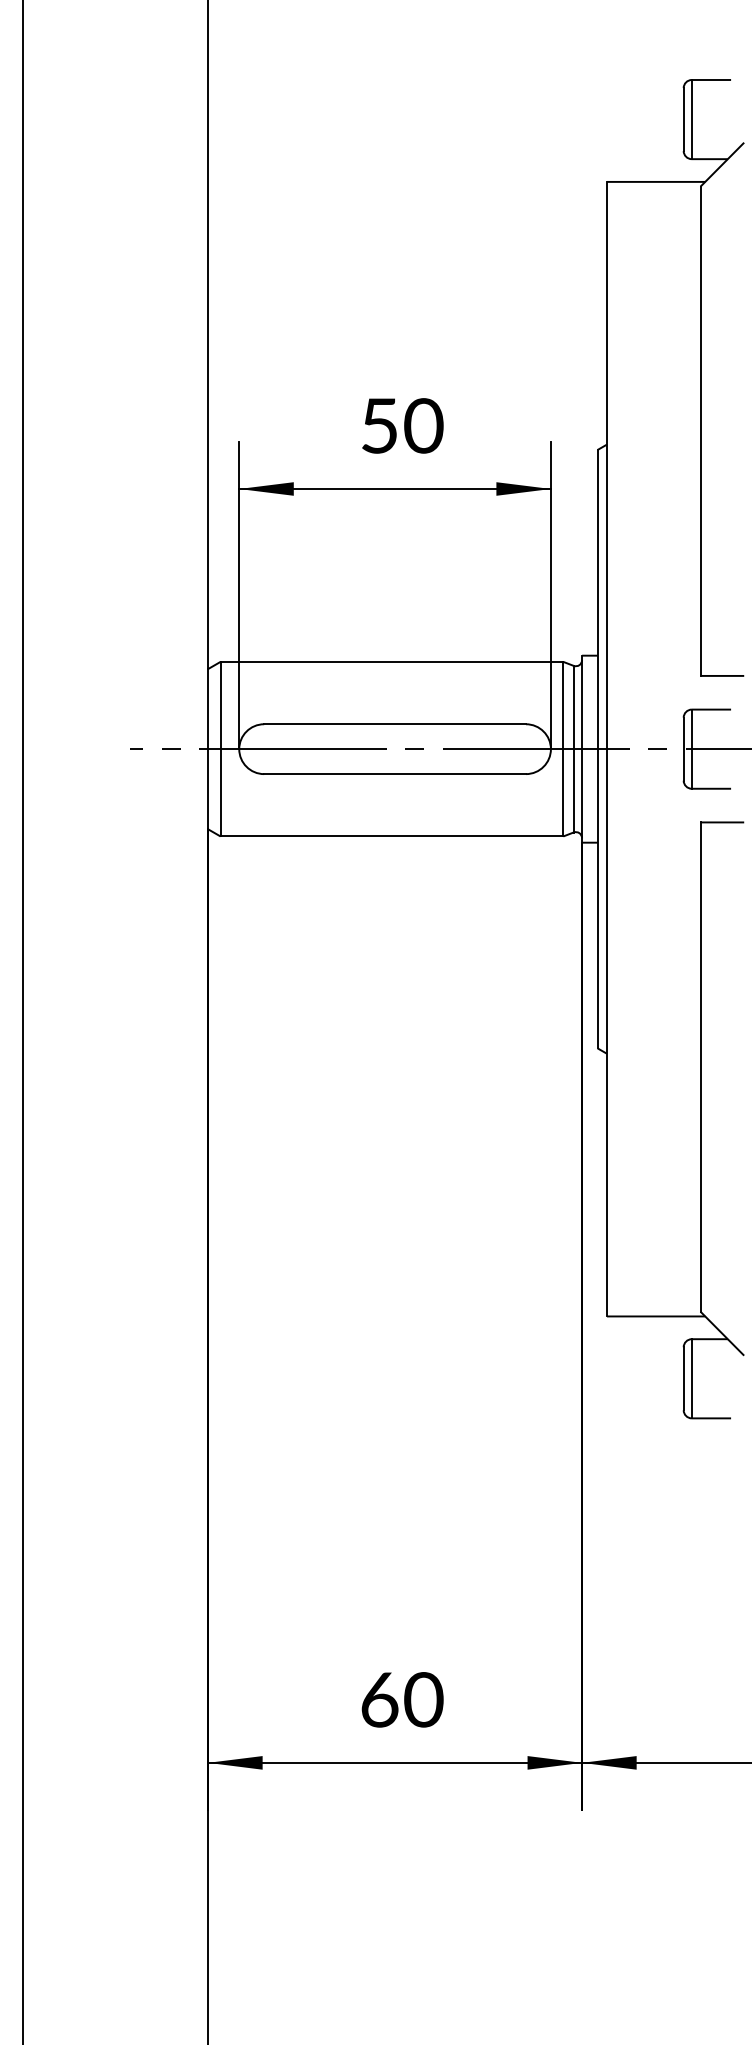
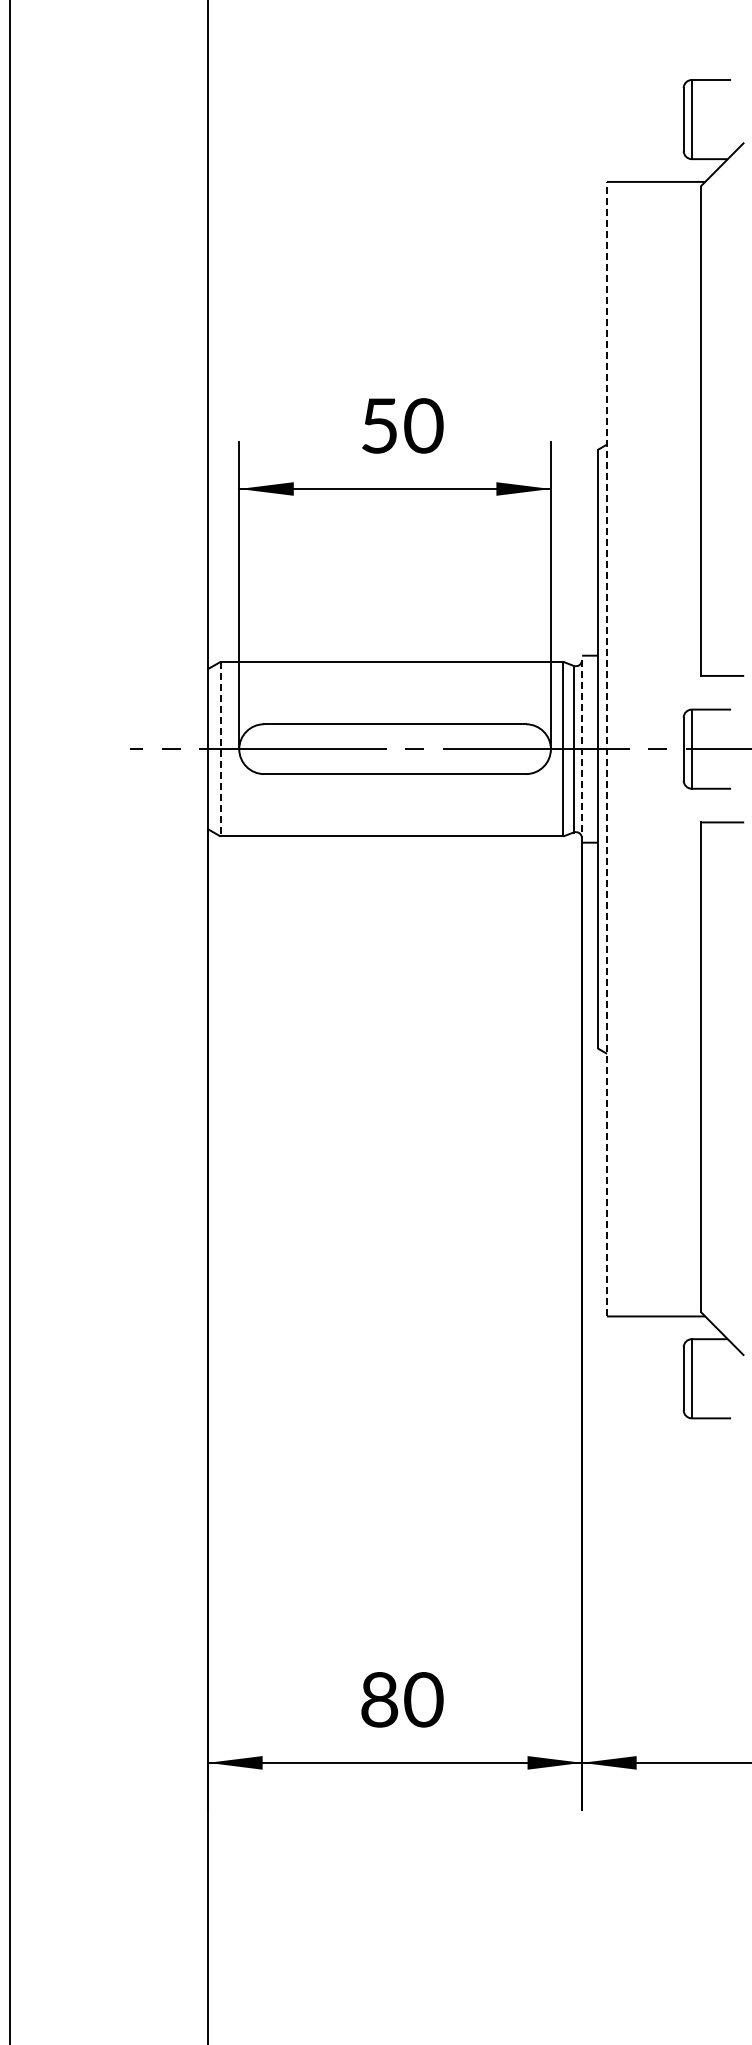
line at (607, 748): solid -> dashed
line at (220, 749): solid -> dashed
line at (582, 749): solid -> dashed
line at (22, 1021) position: (22, 1021) -> (9, 1021)
text at (379, 1699): 60 -> 80
